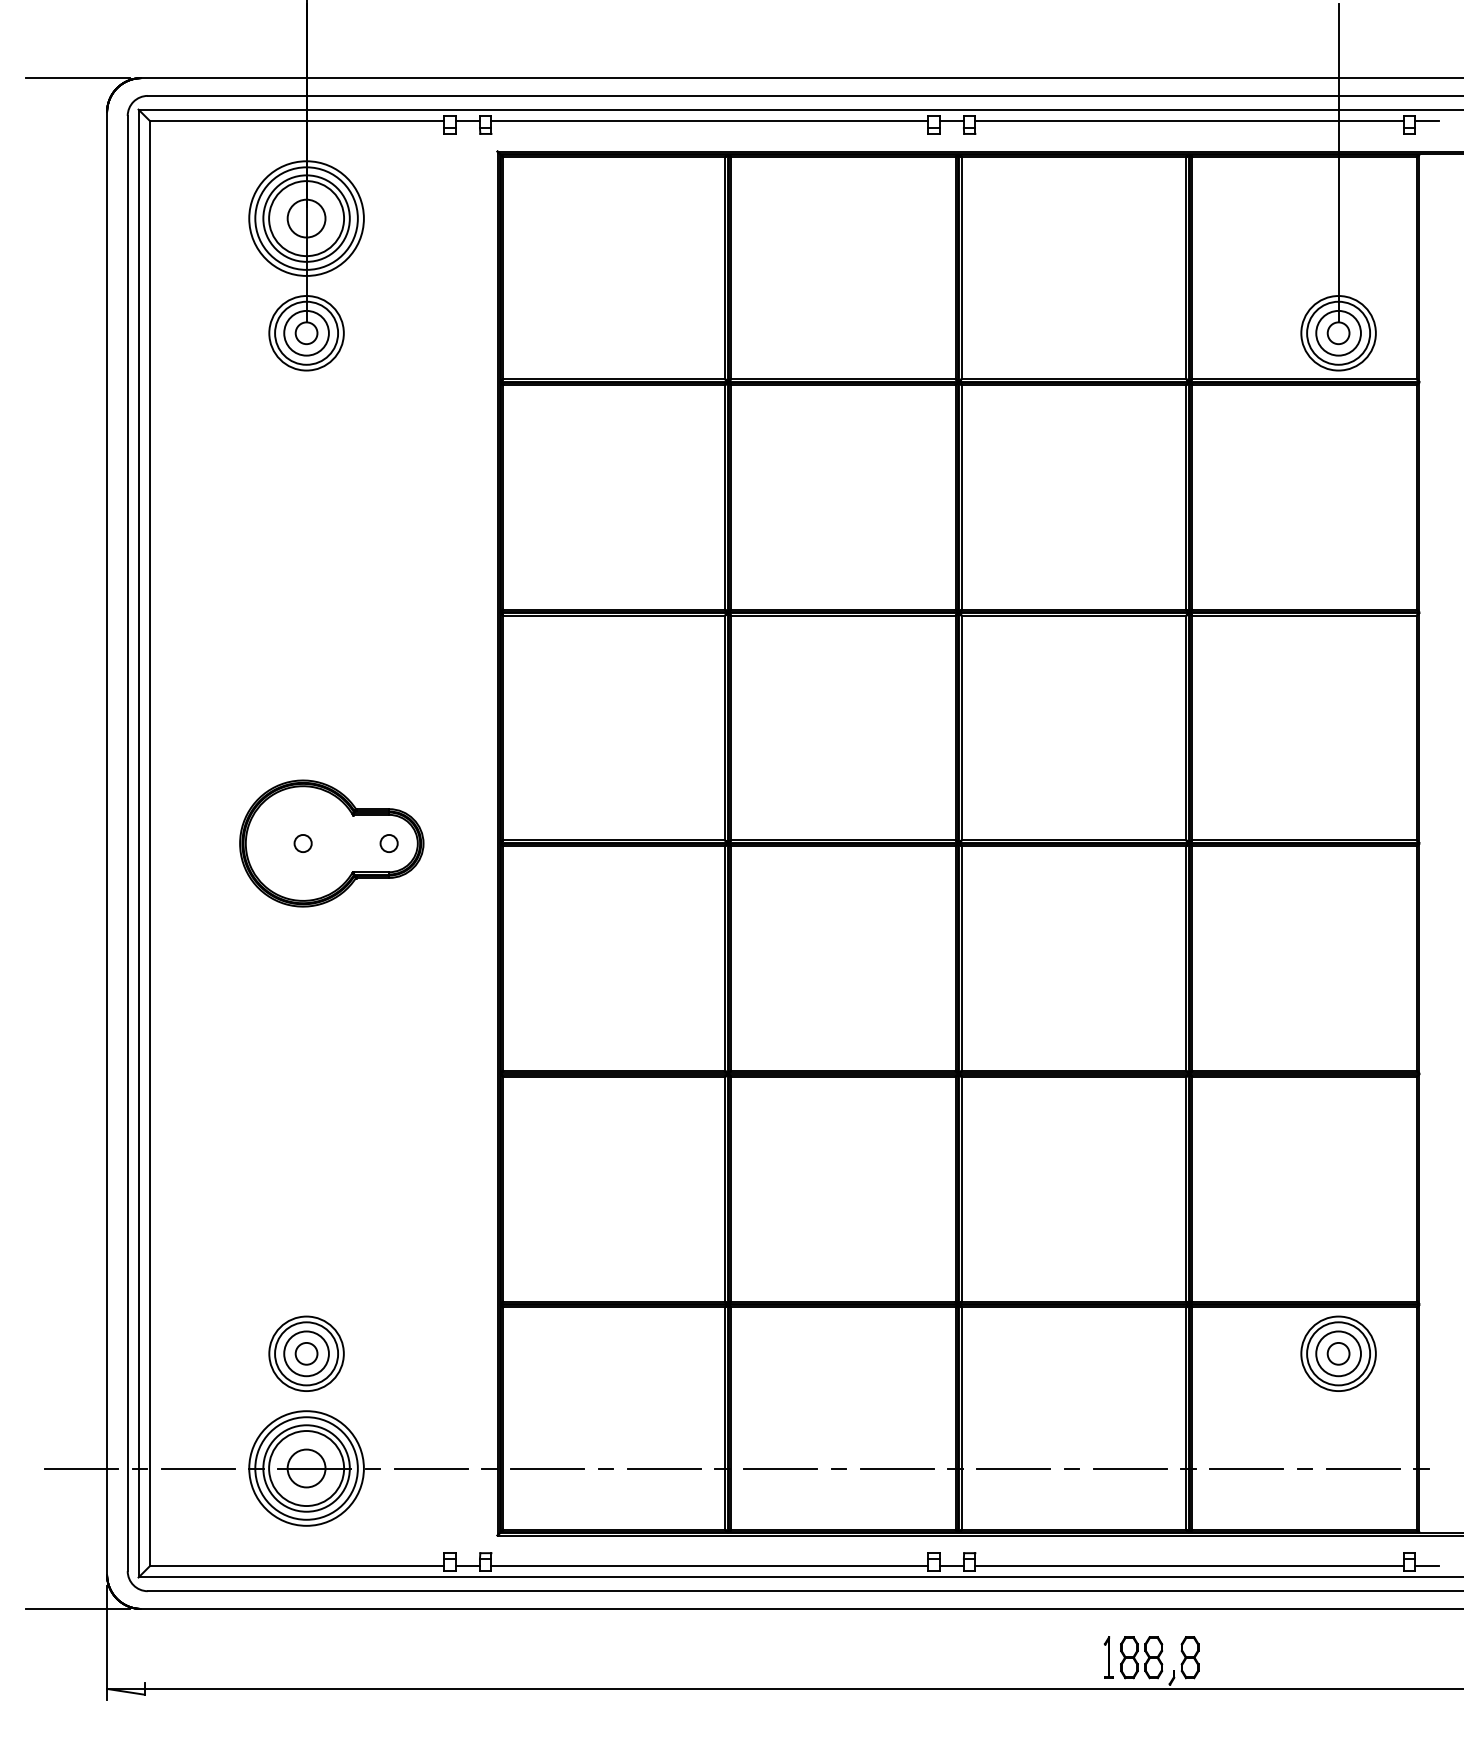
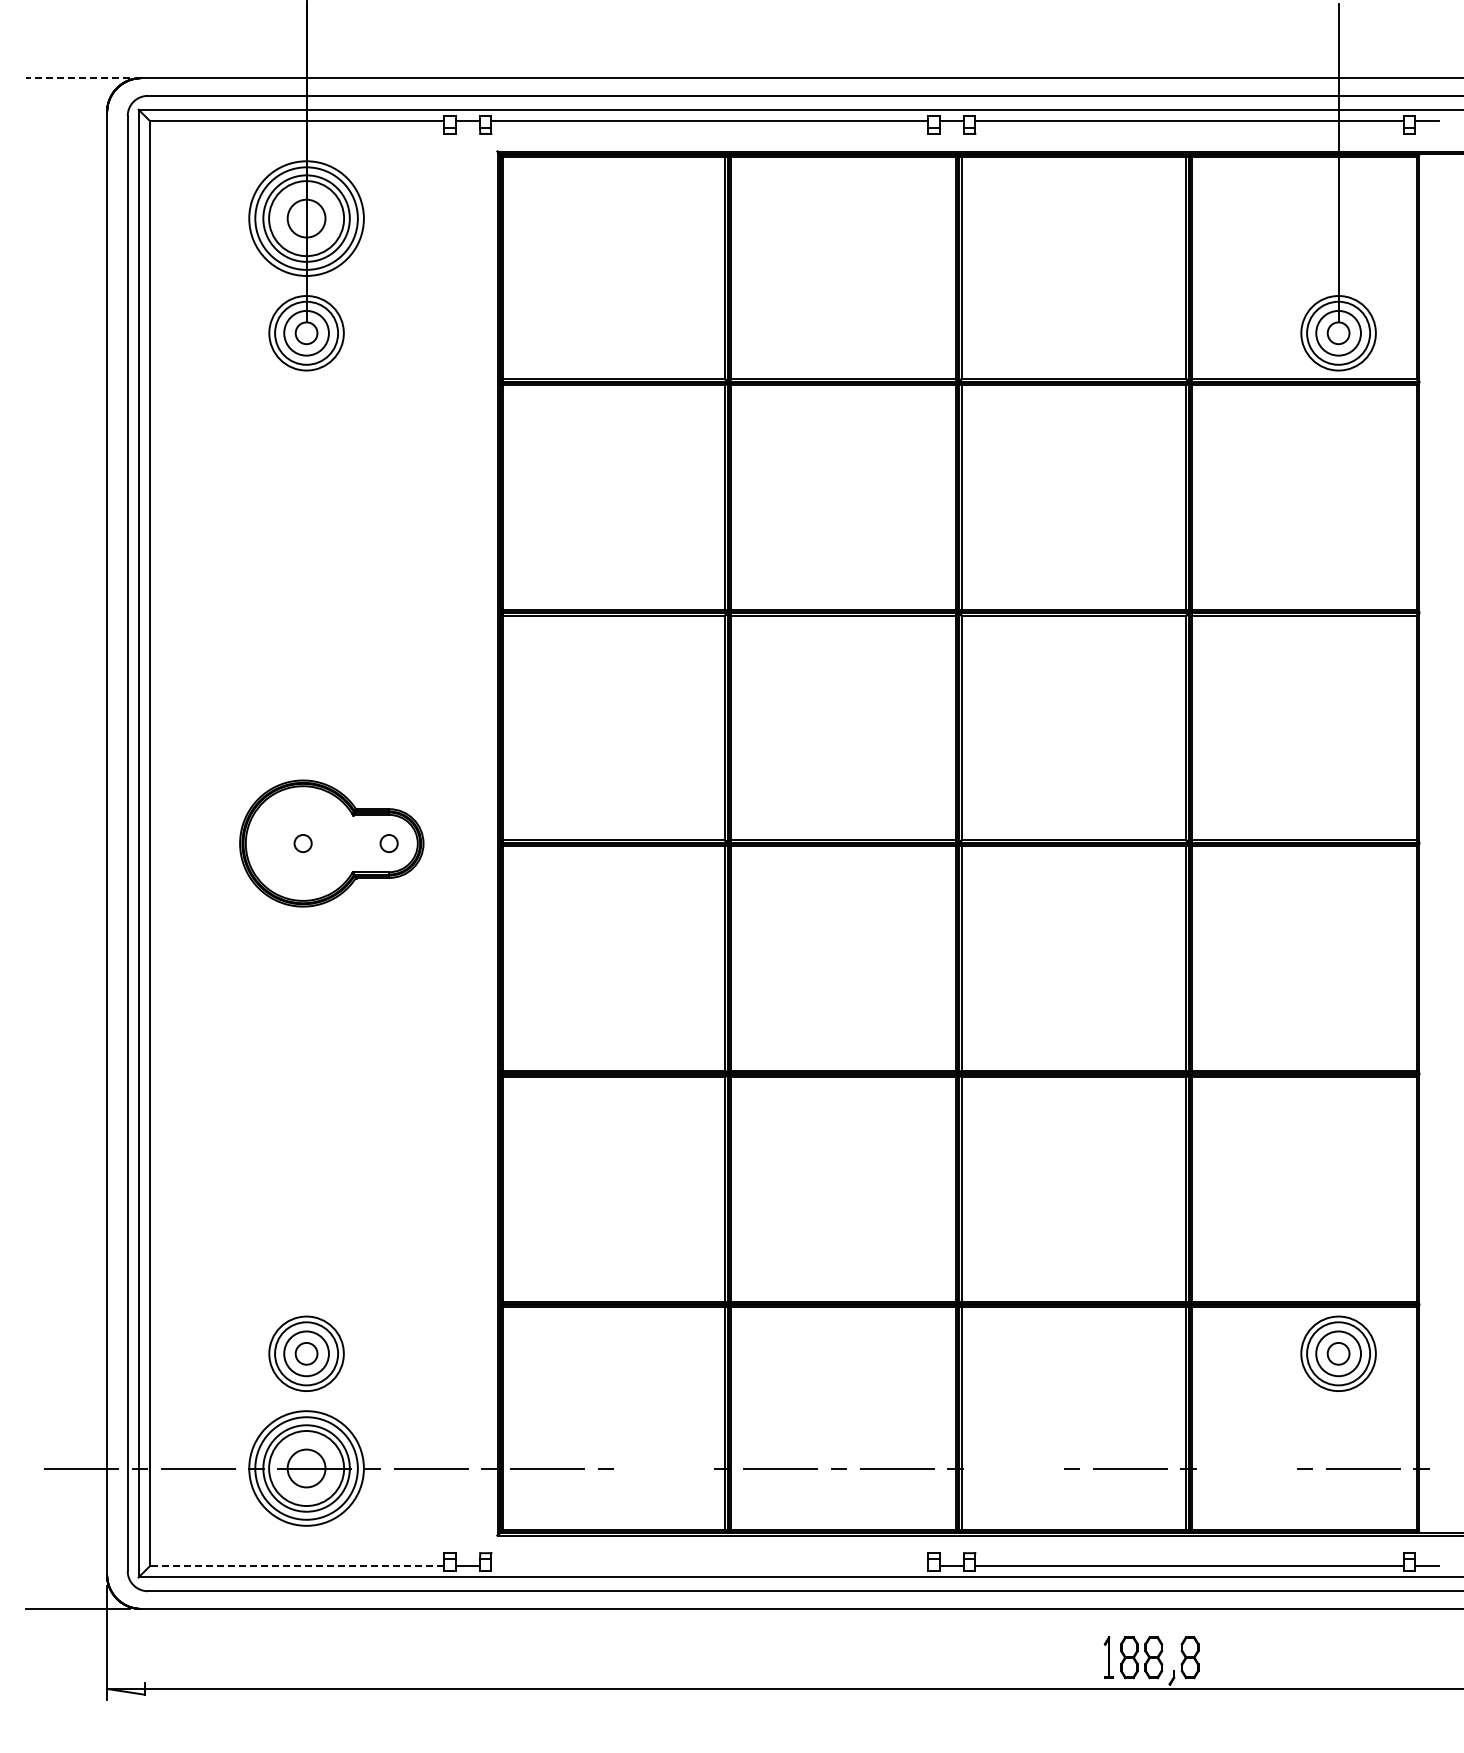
line at (77, 78): solid -> dashed
line at (664, 1468): present -> none
line at (1013, 1468): present -> none
line at (1246, 1468): present -> none
line at (296, 1565): solid -> dashed
line at (709, 1565): present -> none
